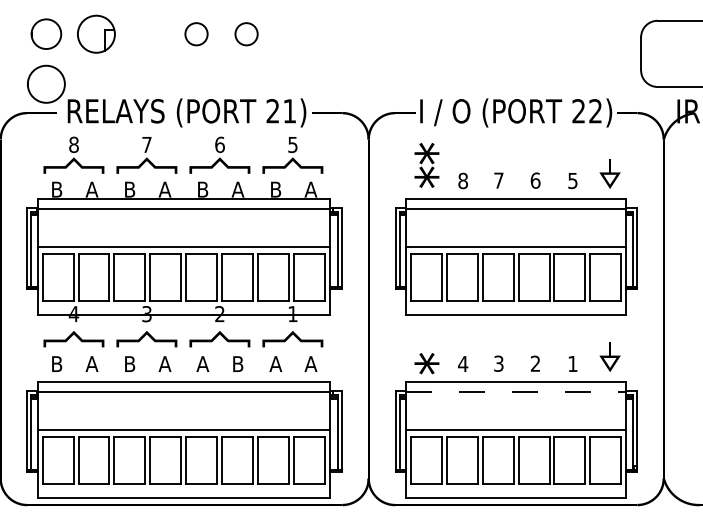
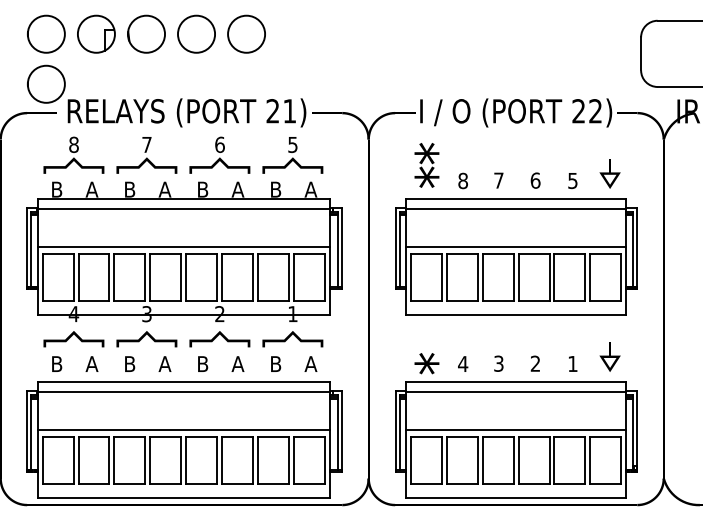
circle at (46, 33) size: 33x32 px -> 39x40 px
circle at (146, 33): none -> present
circle at (196, 34) diameter: 22 px -> 37 px
circle at (246, 34) diameter: 22 px -> 37 px
text at (202, 363): A -> B
text at (237, 363): B -> A
text at (275, 363): A -> B
line at (516, 392): dashed -> solid
